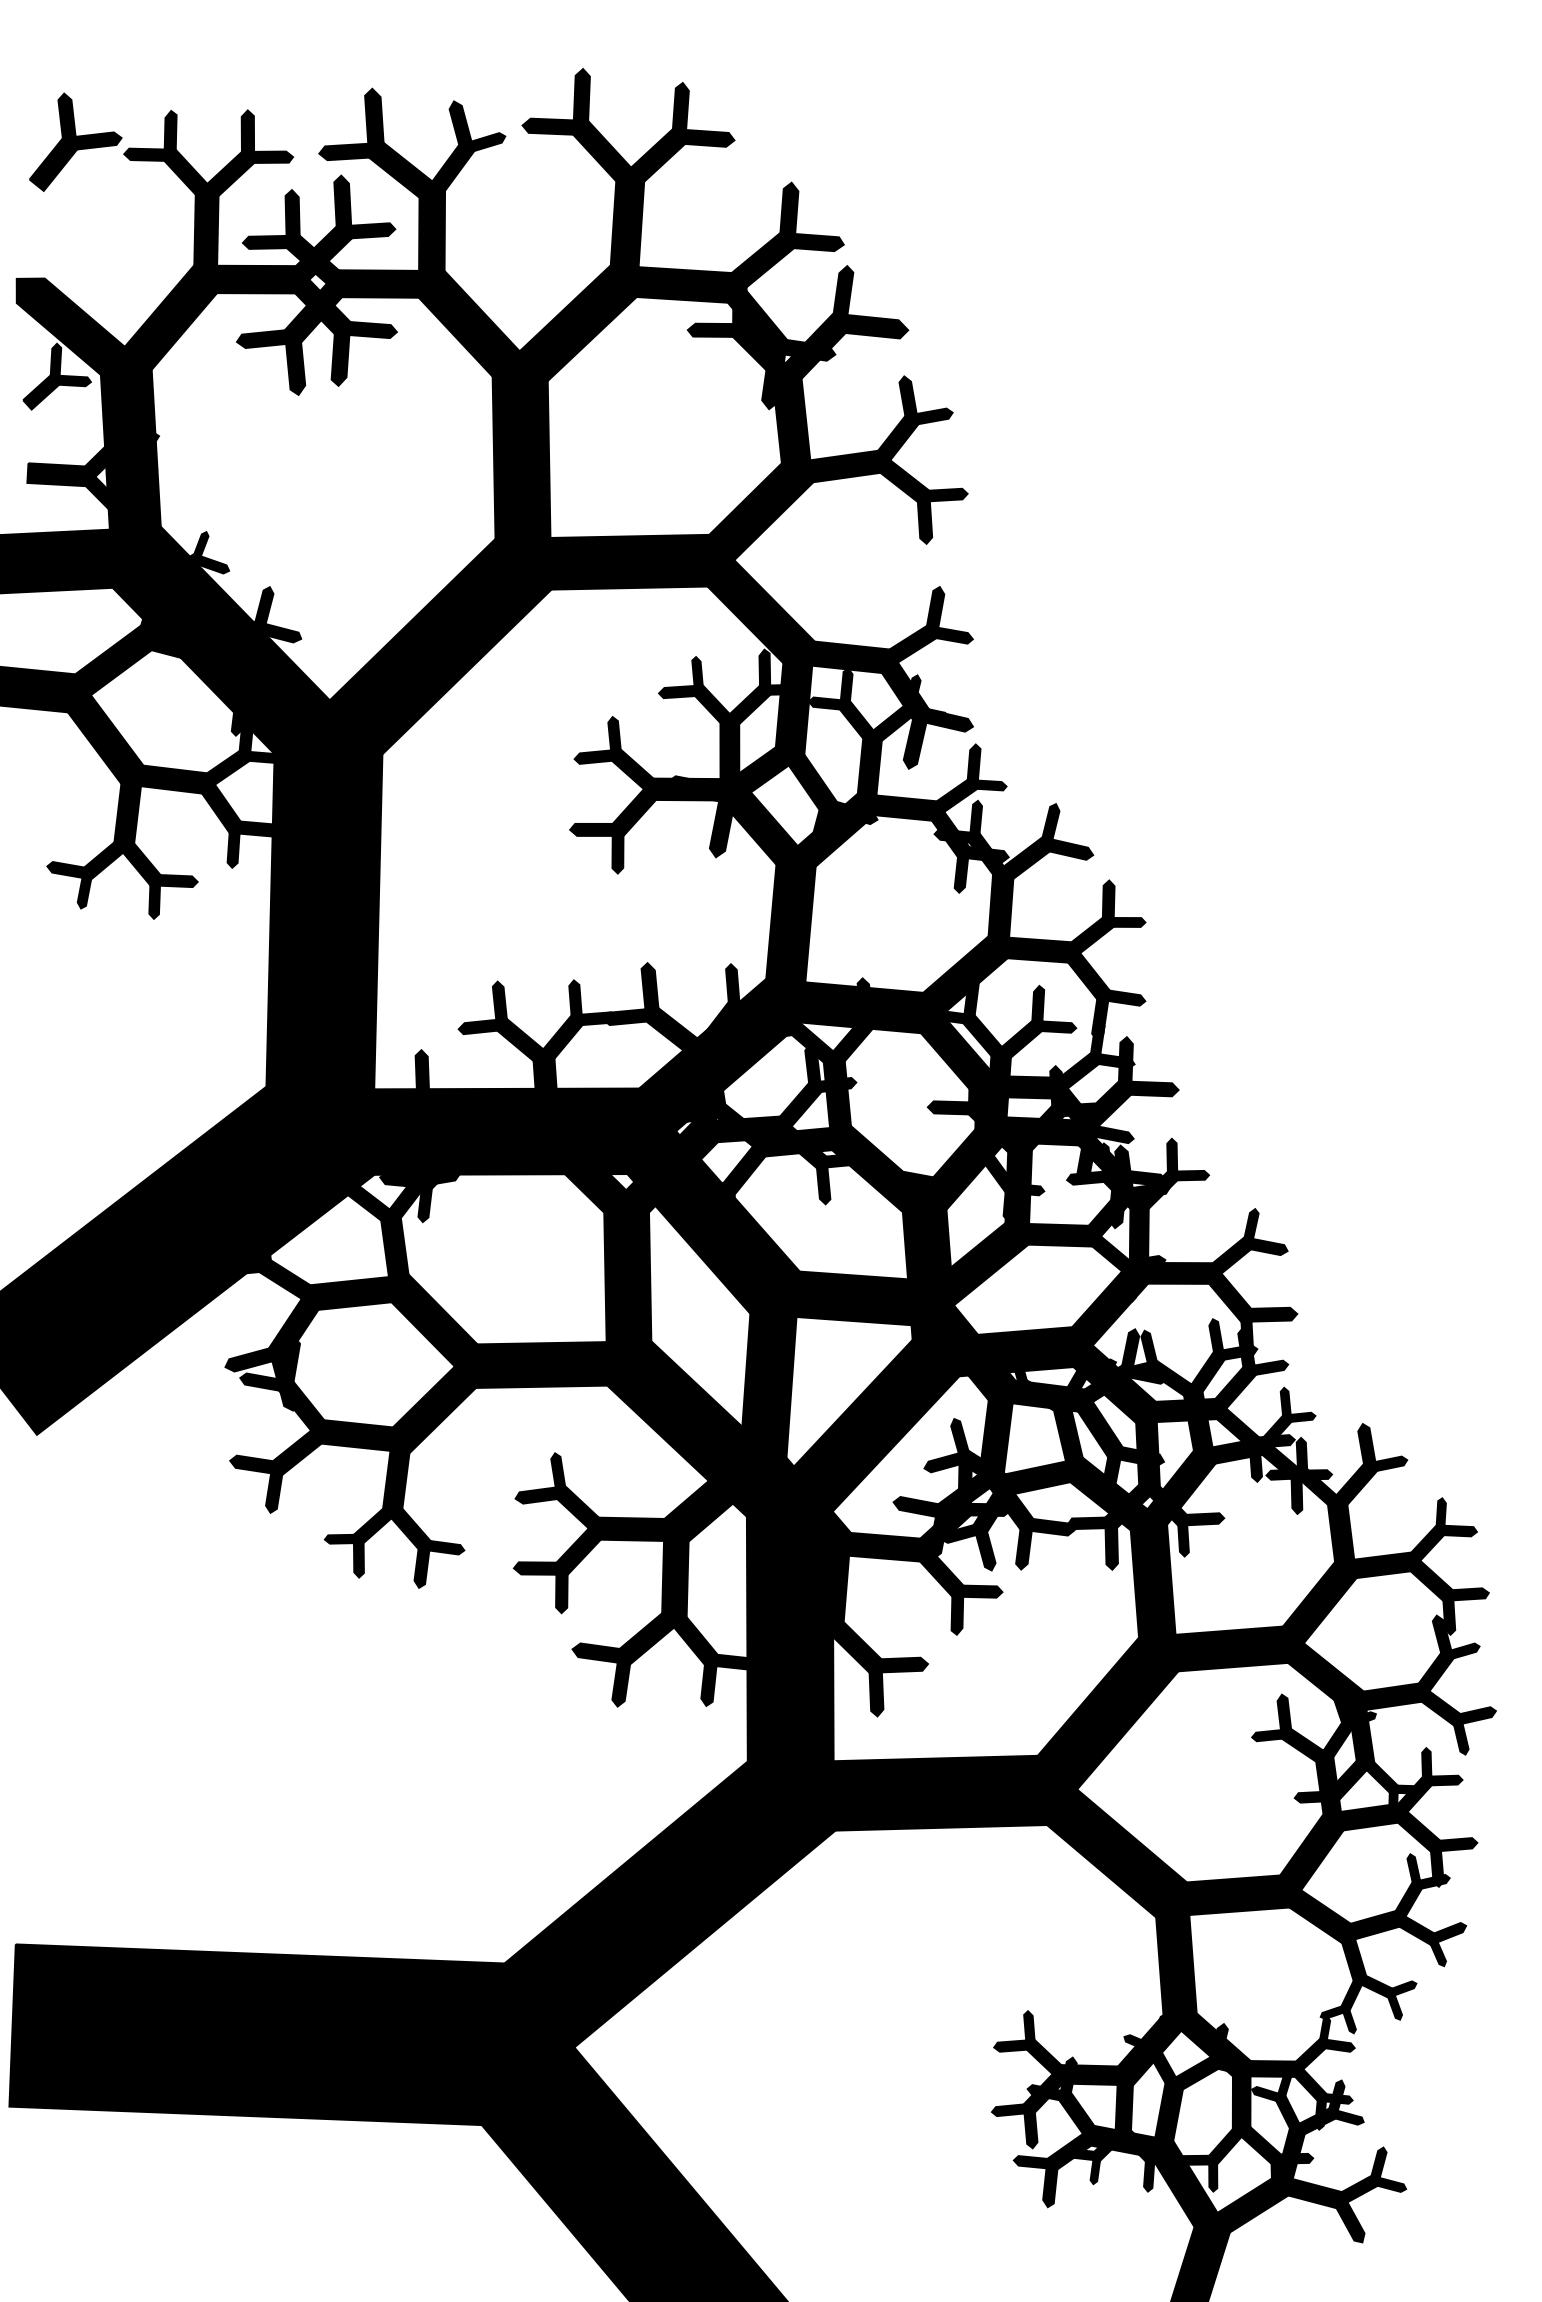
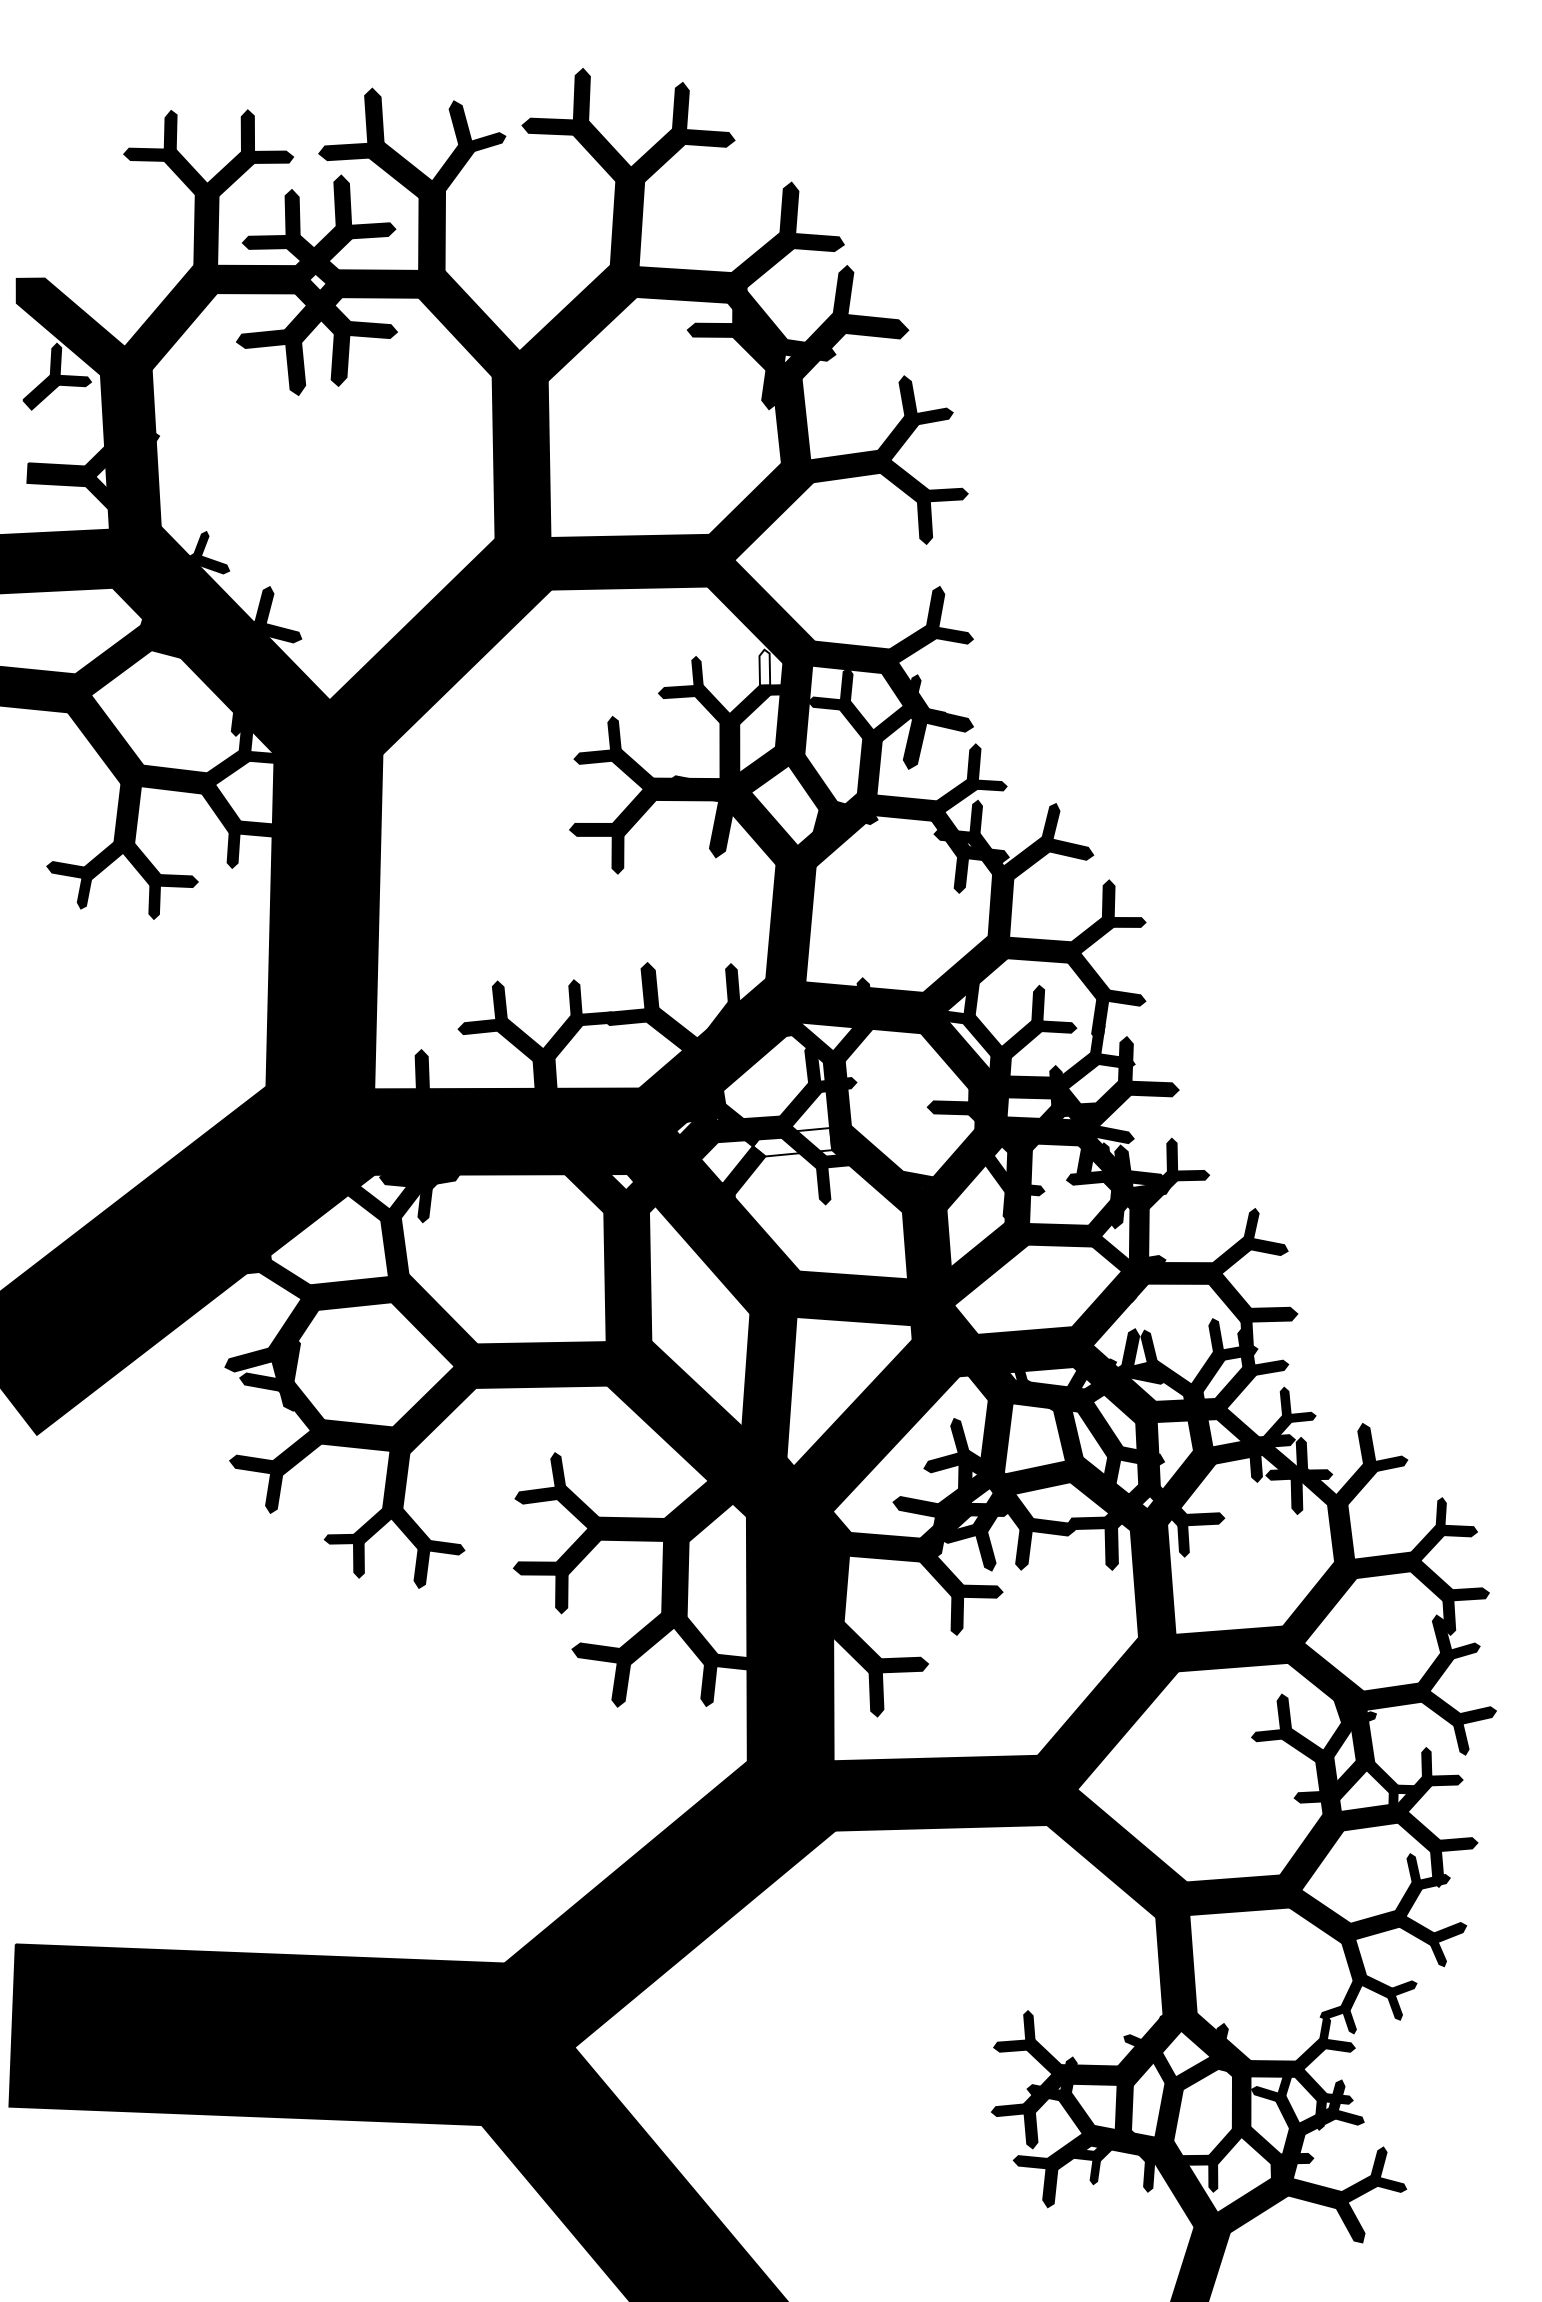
part at (75, 141): present -> none
fill at (764, 667): present -> none
fill at (792, 1142): present -> none
